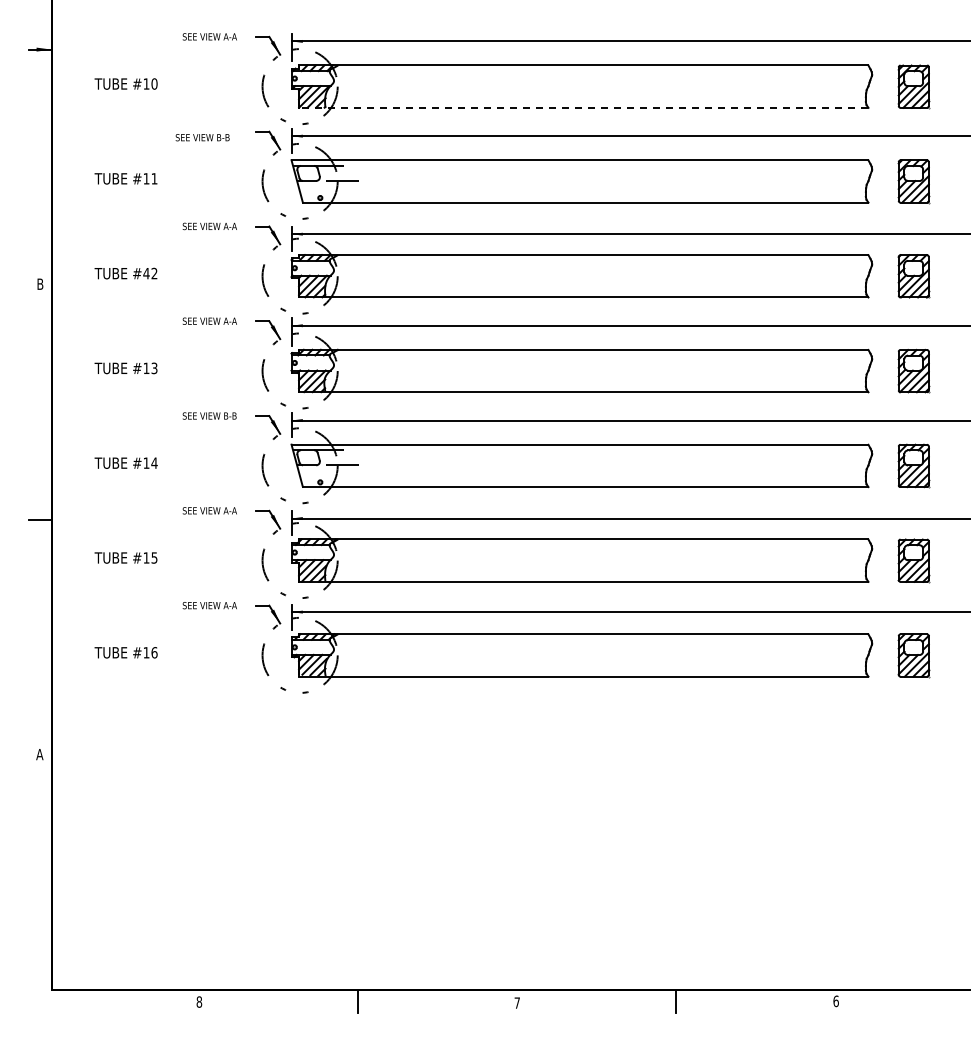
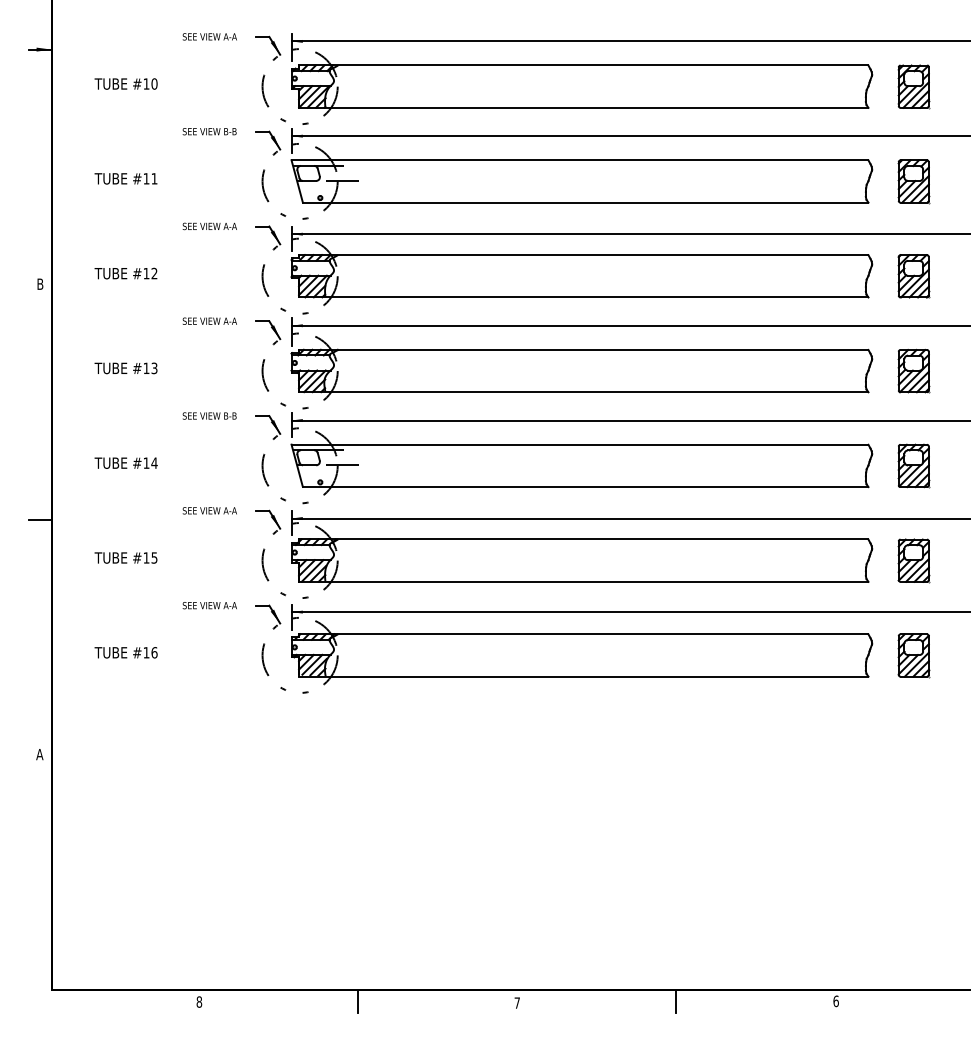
line at (583, 107): dashed -> solid
text at (202, 137) position: (202, 137) -> (209, 131)
text at (146, 273): #42 -> #12
